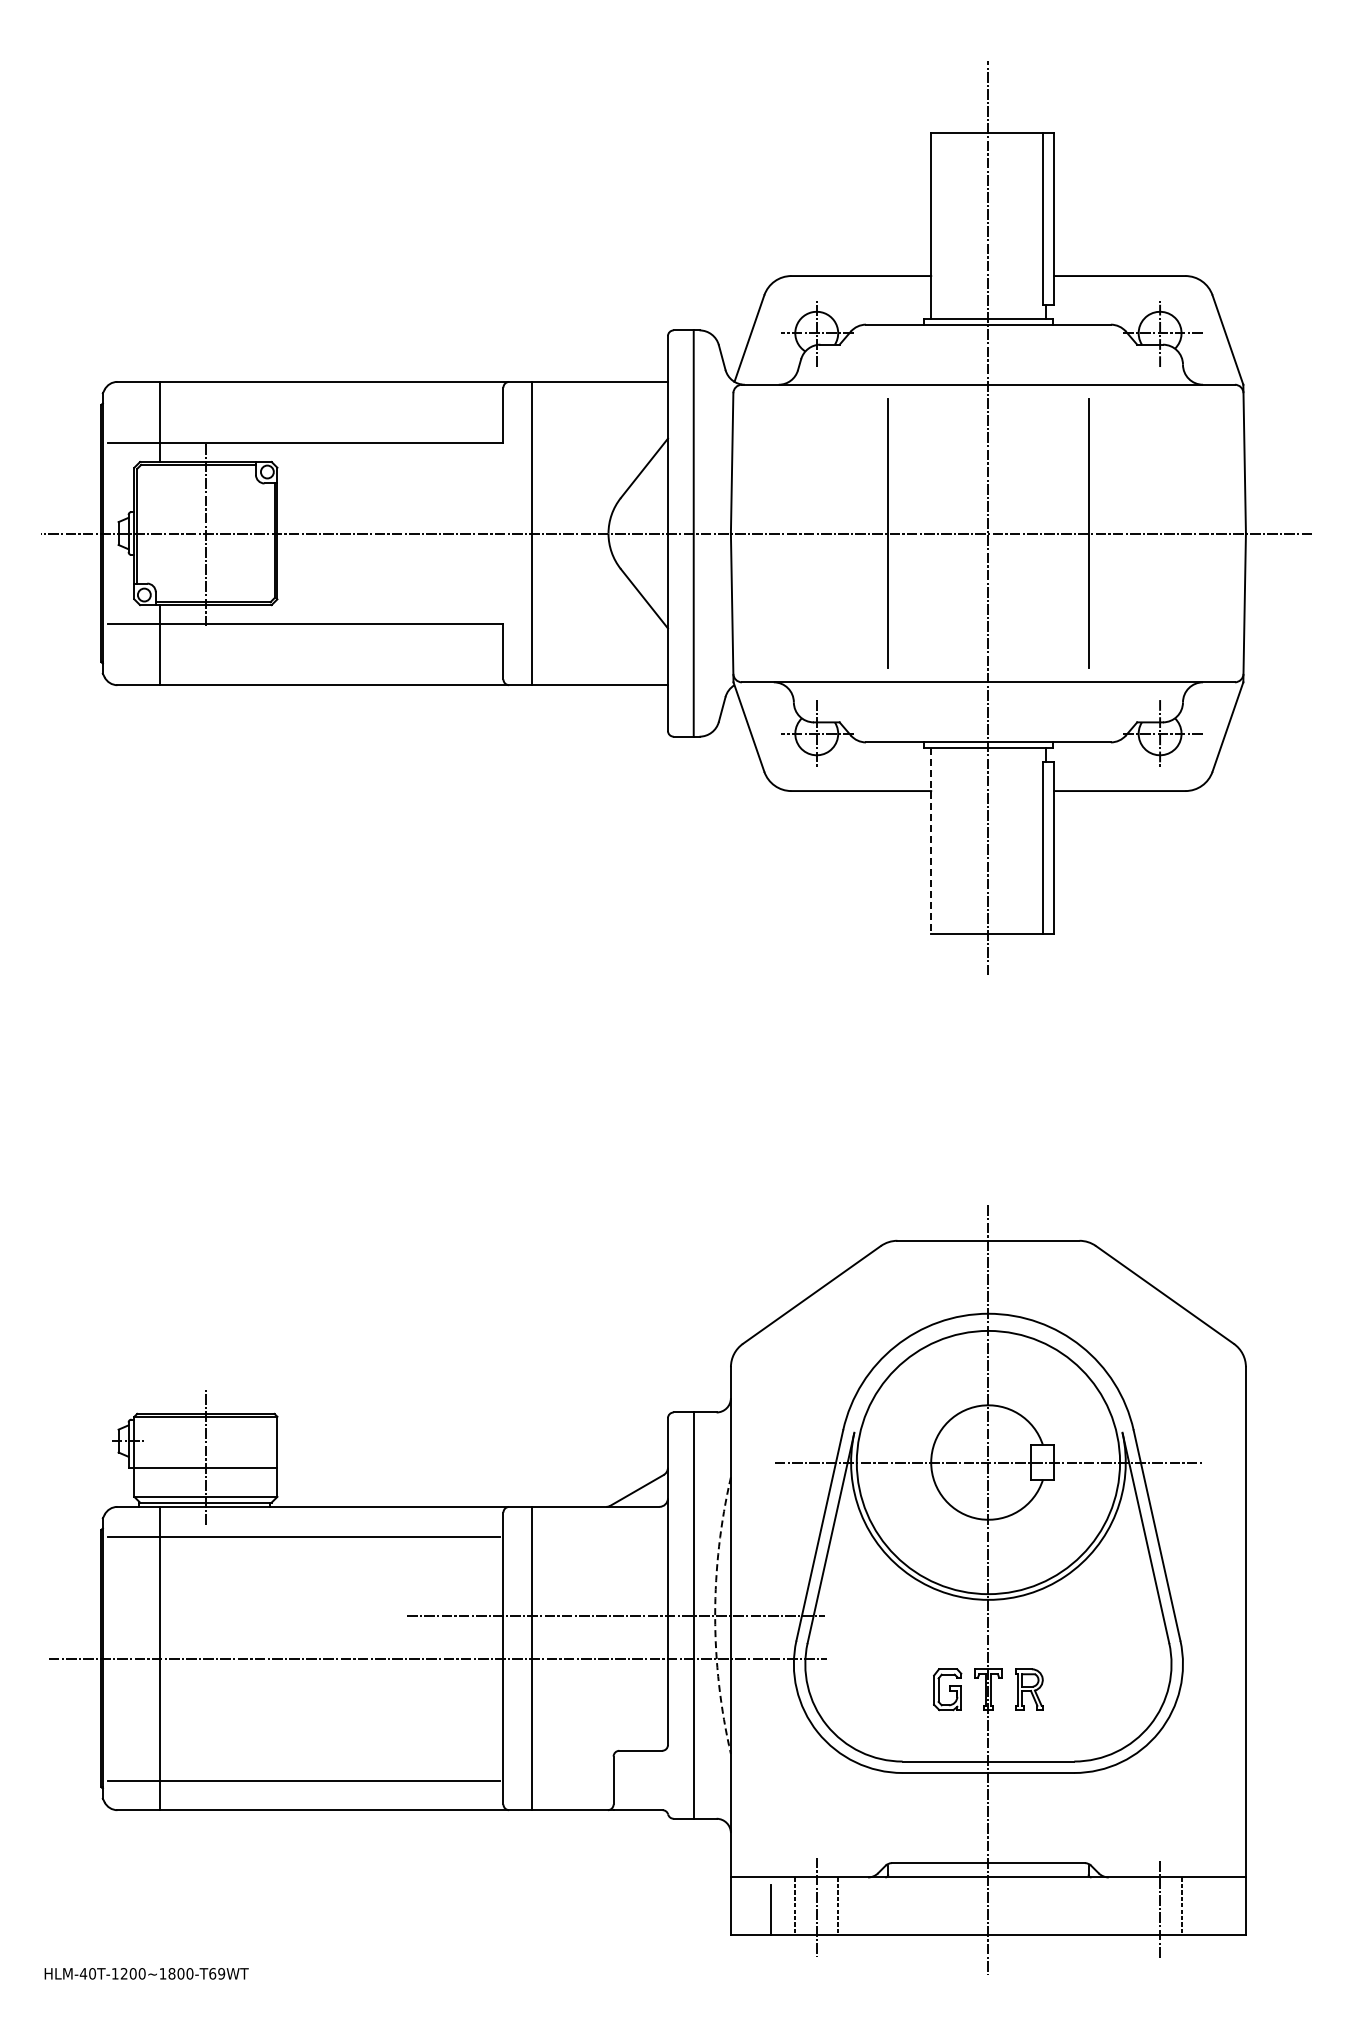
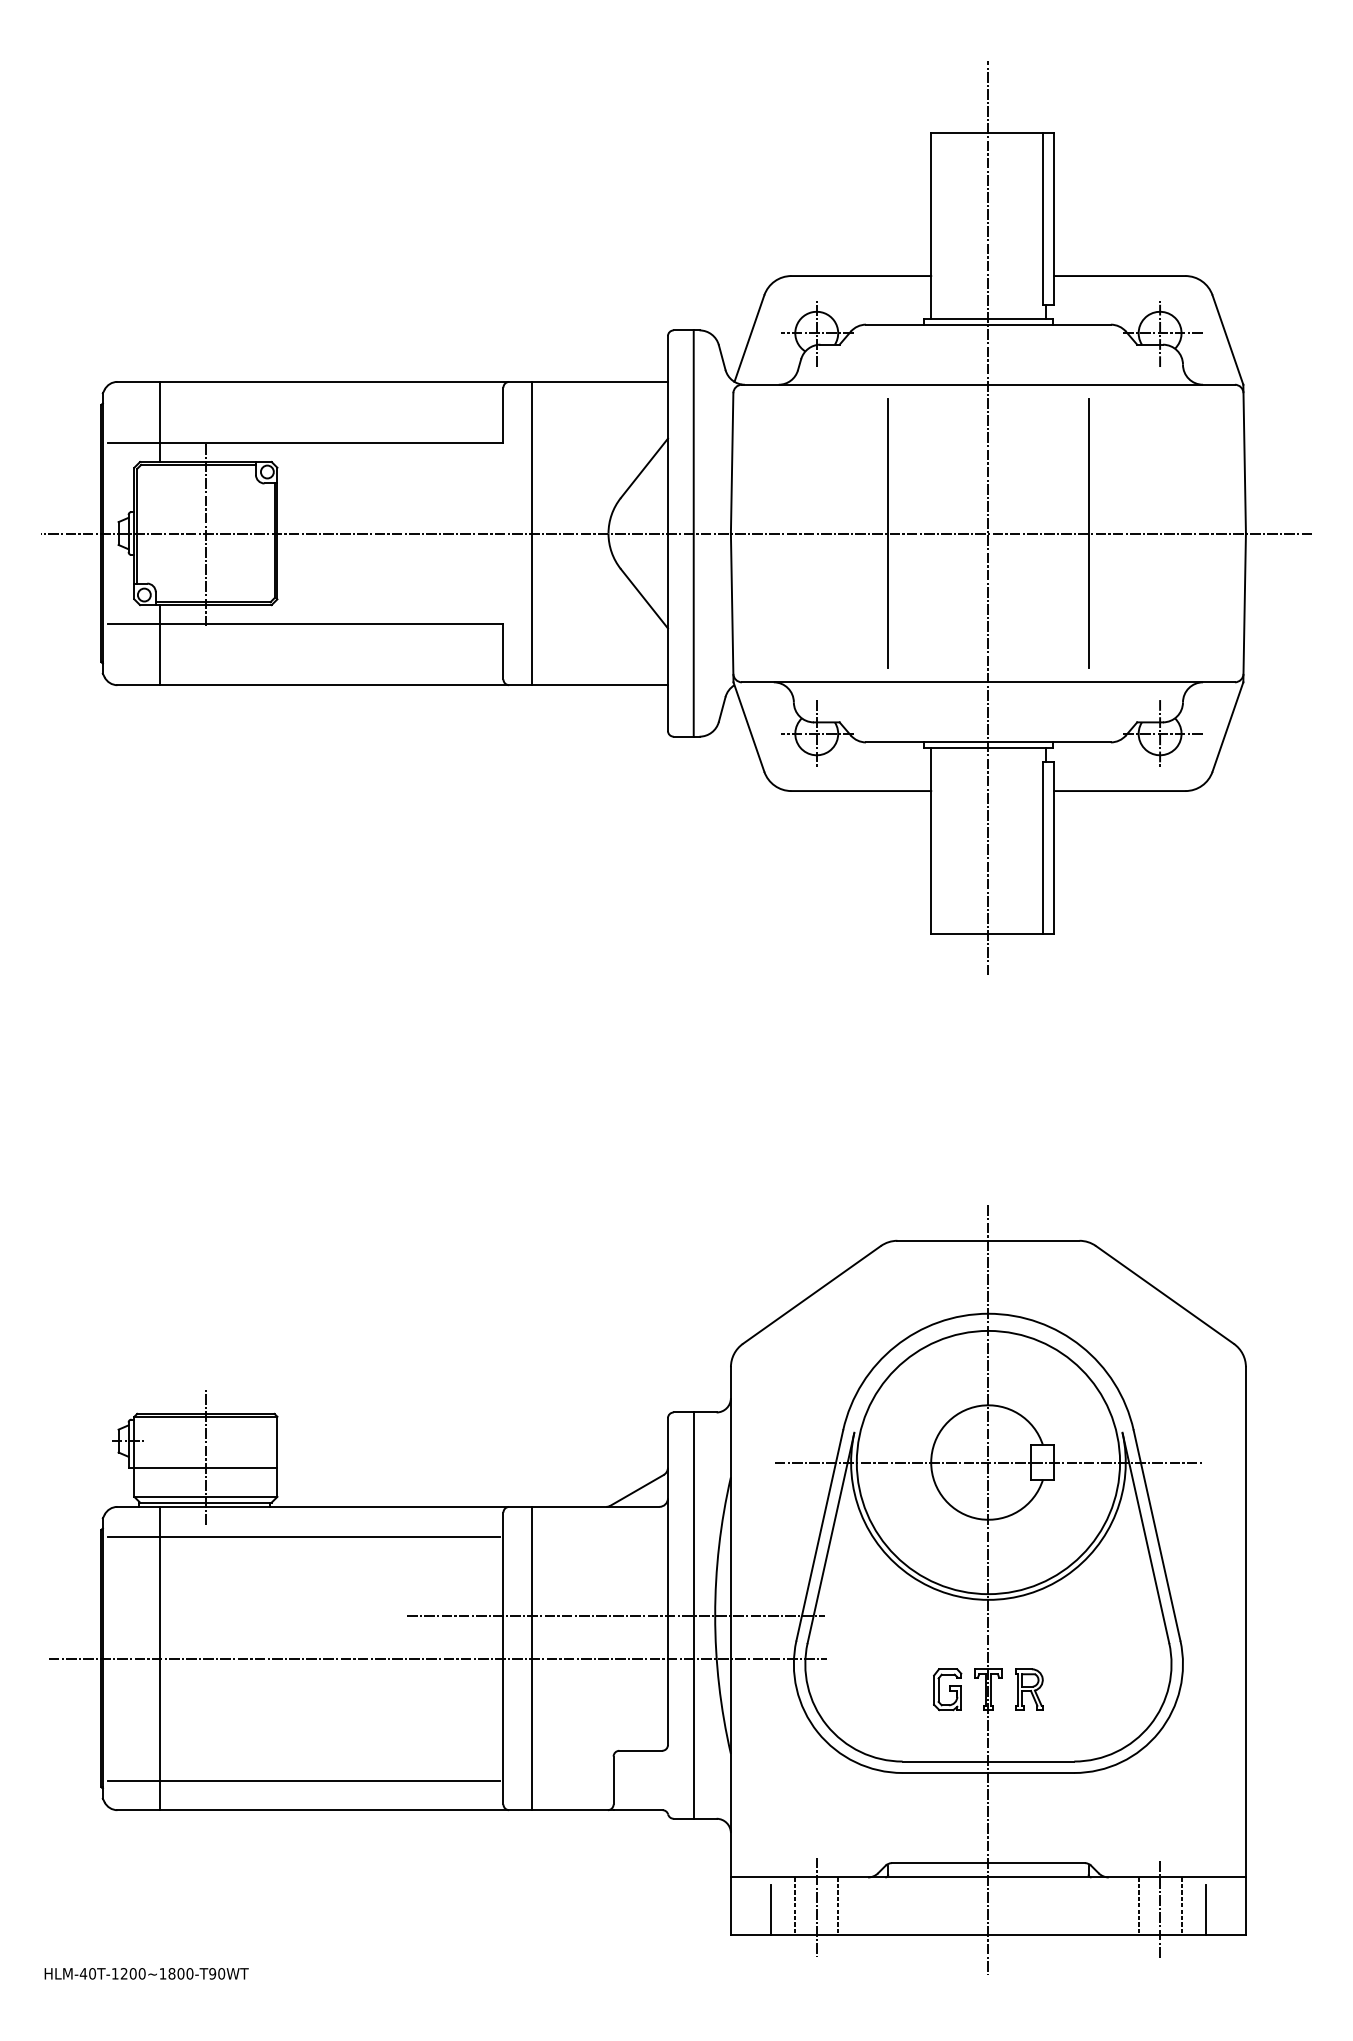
line at (931, 841): dashed -> solid
arc at (715, 1615): dashed -> solid
line at (1138, 1905): none -> present
line at (1205, 1909): none -> present
text at (216, 1973): HLM-40T-1200~1800-T69WT -> HLM-40T-1200~1800-T90WT
